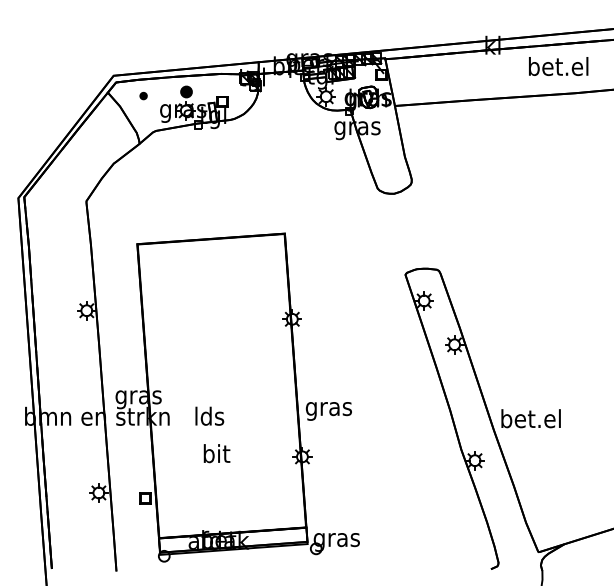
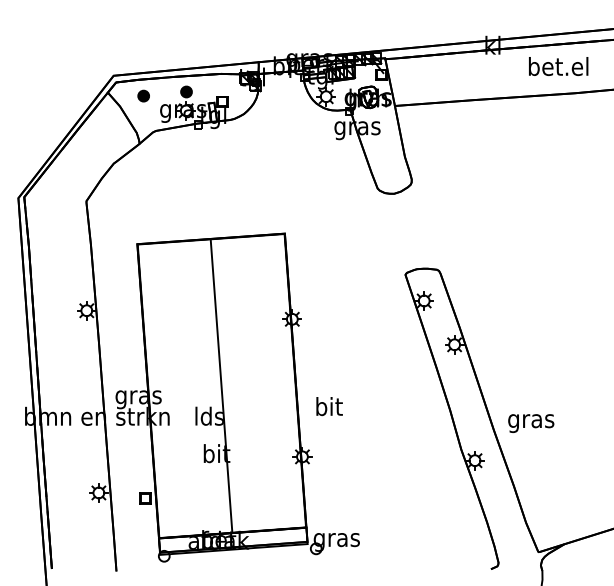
part at (143, 95) size: 9x10 px -> 13x14 px
line at (221, 385): none -> present
text at (328, 408): gras -> bit
text at (530, 421): bet.el -> gras
